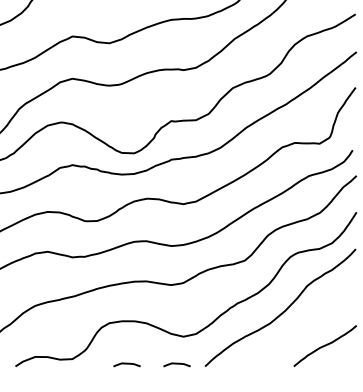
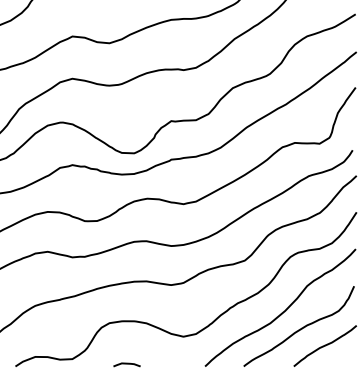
curve at (300, 328): none -> present
curve at (176, 364): present -> none
